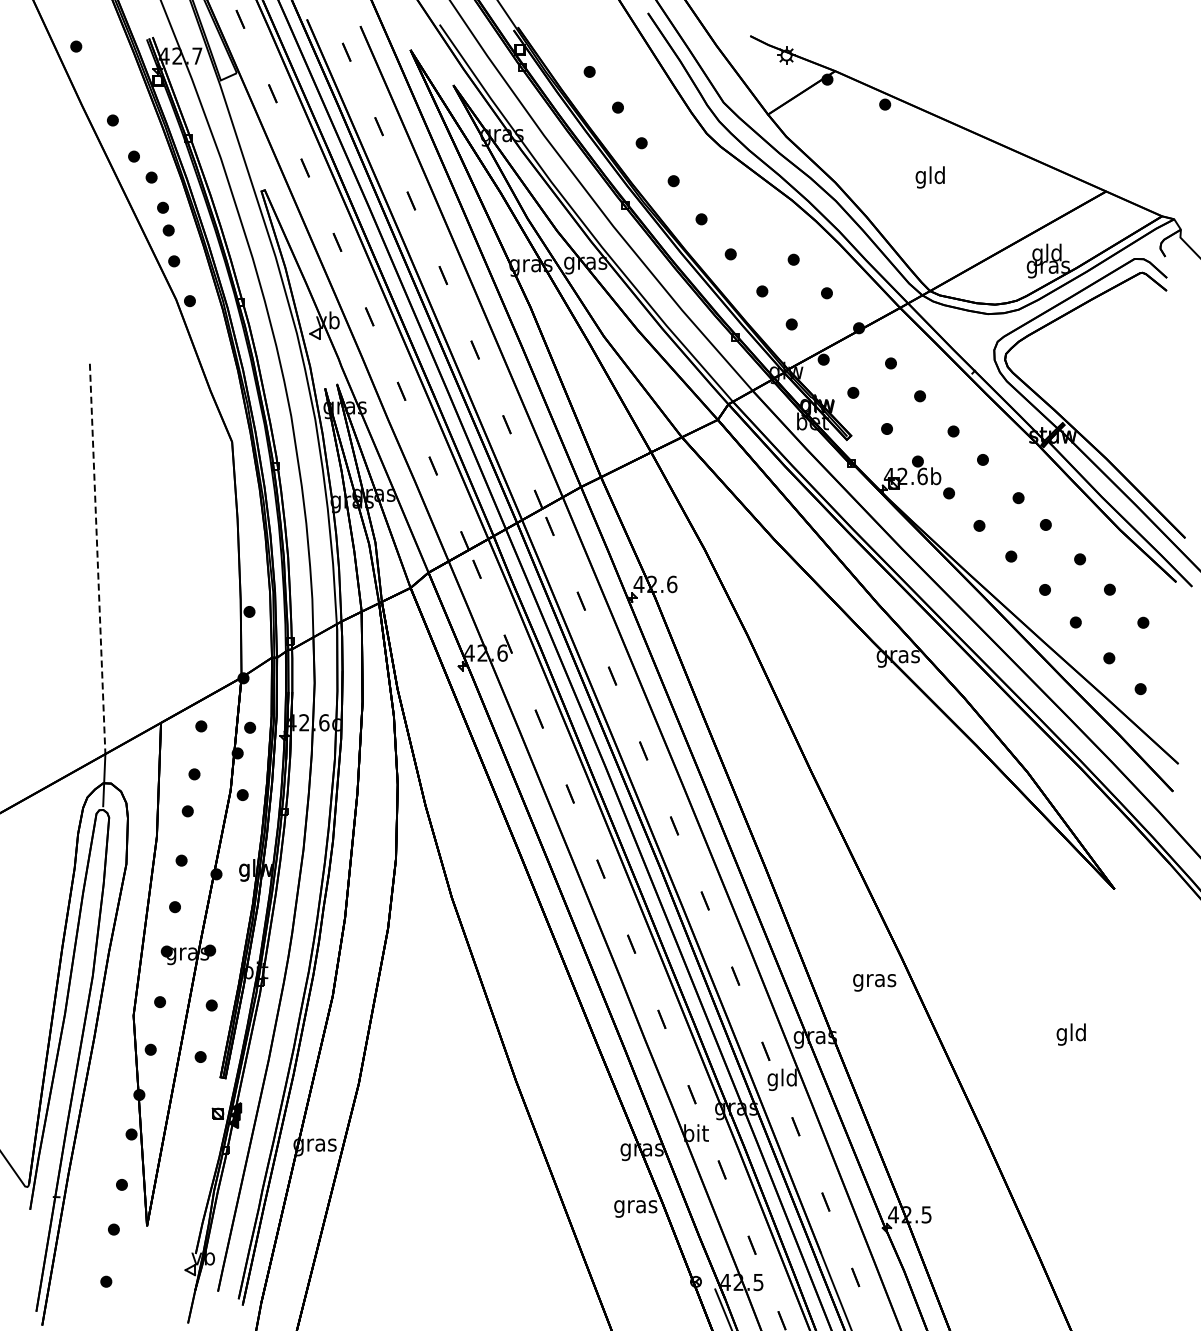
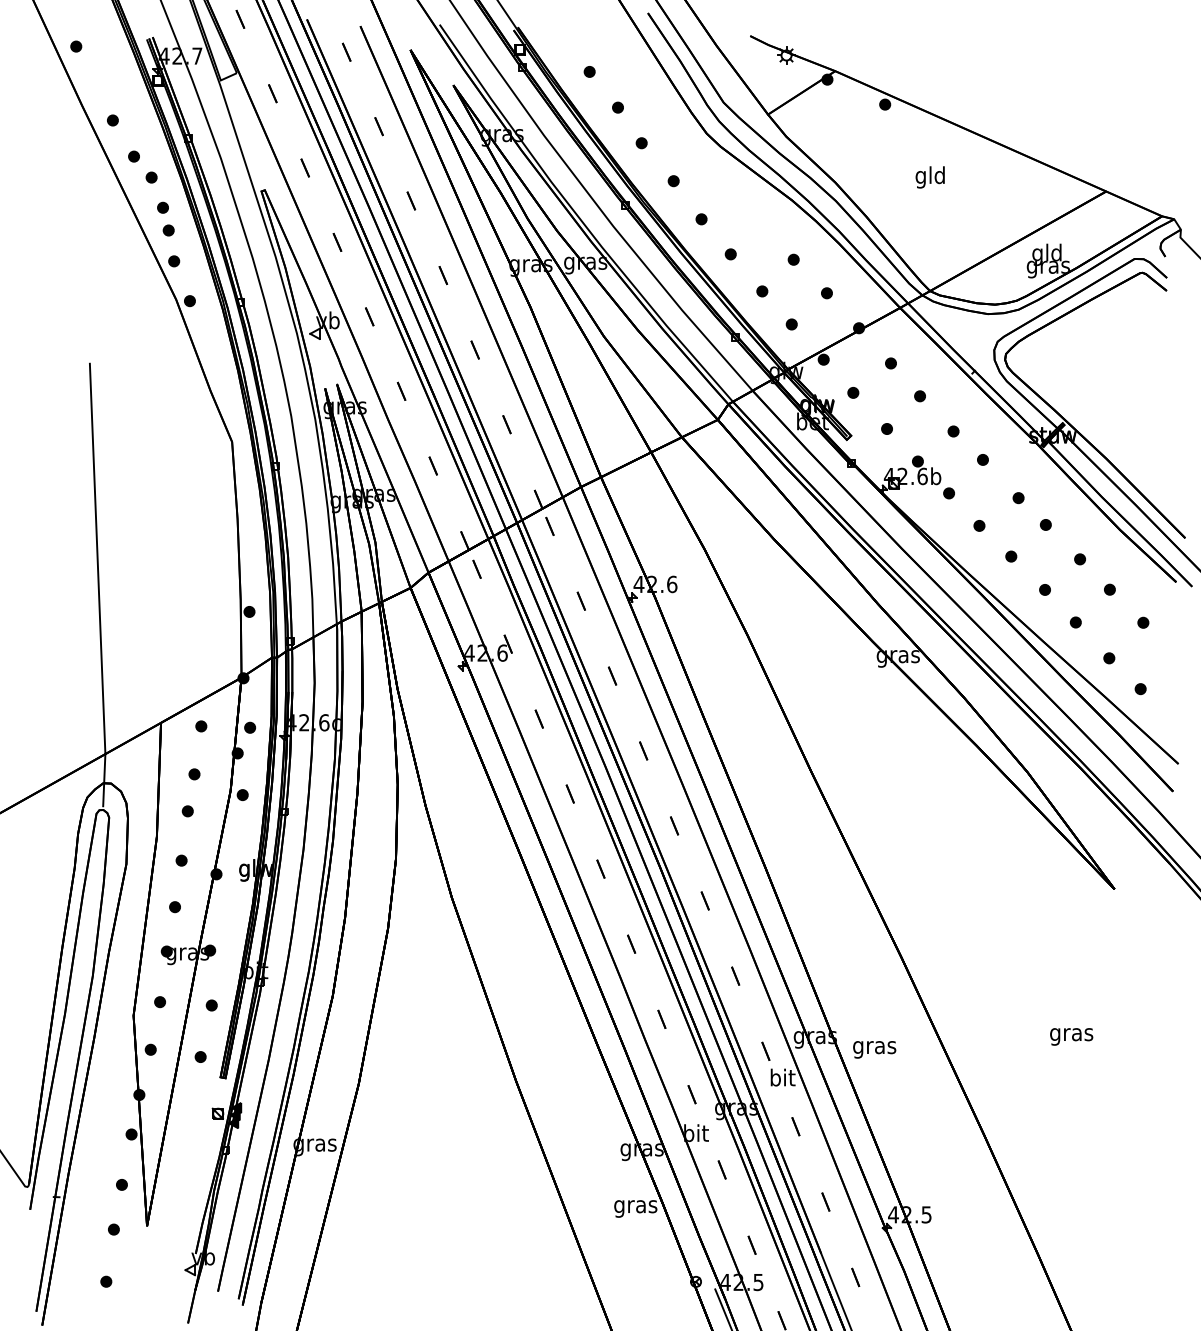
line at (97, 559): dashed -> solid
text at (874, 982) position: (874, 982) -> (874, 1049)
text at (1071, 1034): gld -> gras
text at (781, 1079): gld -> bit
